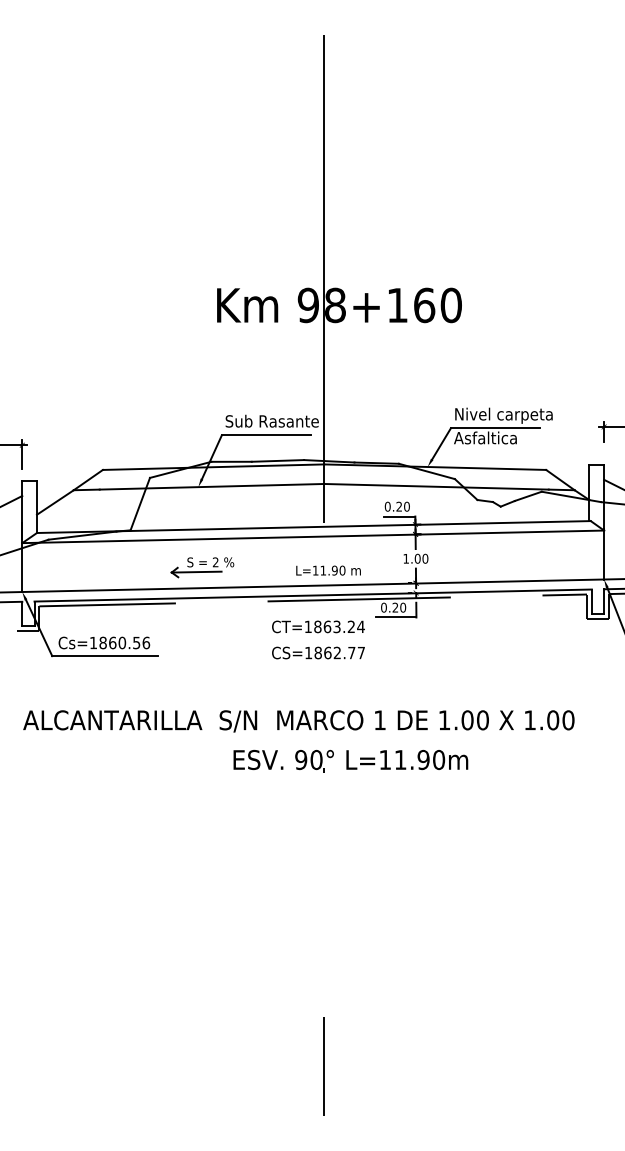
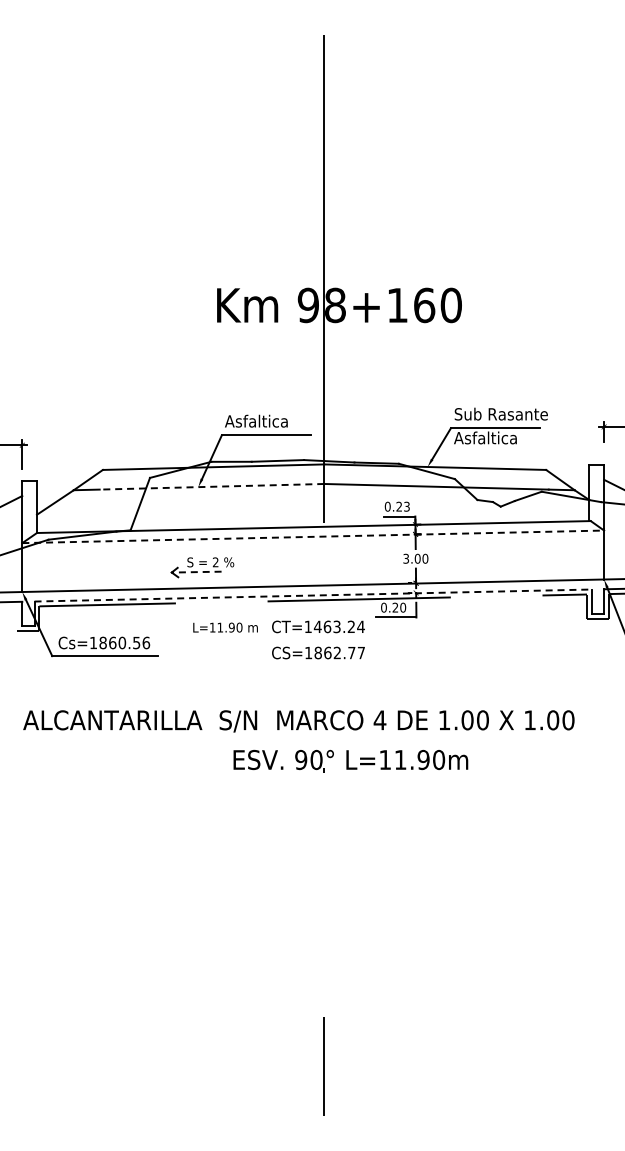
text at (503, 415): Nivel carpeta -> Sub Rasante
text at (271, 420): Sub Rasante -> Asfaltica
line at (211, 486): solid -> dashed
text at (406, 506): 0.20 -> 0.23
line at (313, 536): solid -> dashed
text at (405, 558): 1.00 -> 3.00
text at (328, 570) position: (328, 570) -> (225, 627)
line at (196, 572): solid -> dashed
line at (313, 595): solid -> dashed
text at (317, 626): CT=1863.24 -> CT=1463.24
text at (379, 720): 1 -> 4
